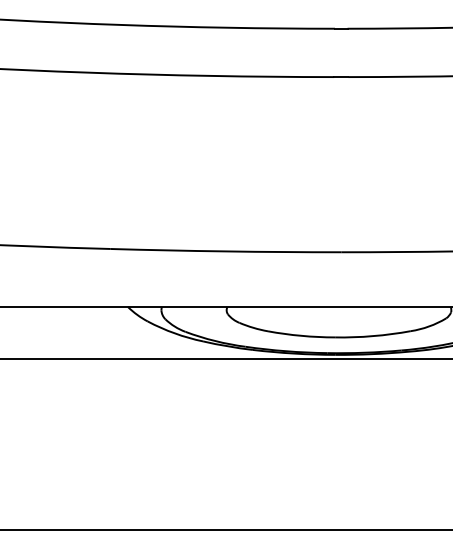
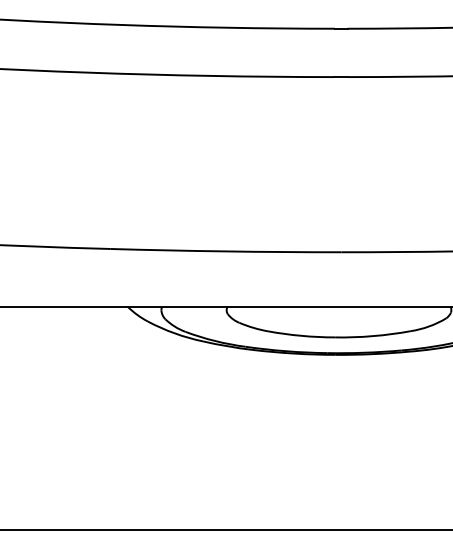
line at (225, 358): present -> none
